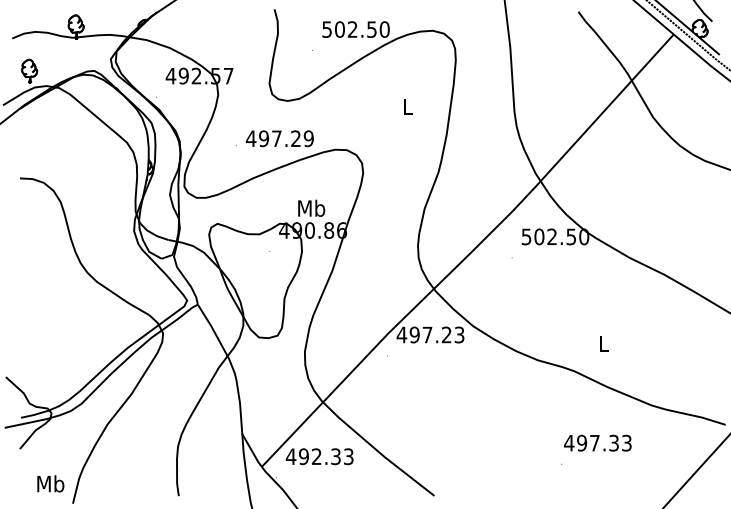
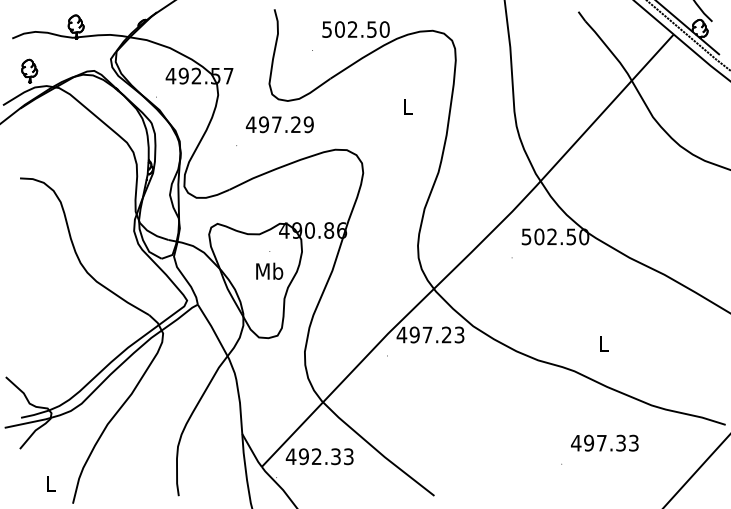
text at (279, 138) position: (279, 138) -> (279, 124)
text at (311, 207) position: (311, 207) -> (269, 270)
text at (597, 442) position: (597, 442) -> (604, 442)
text at (50, 483): Mb -> L
